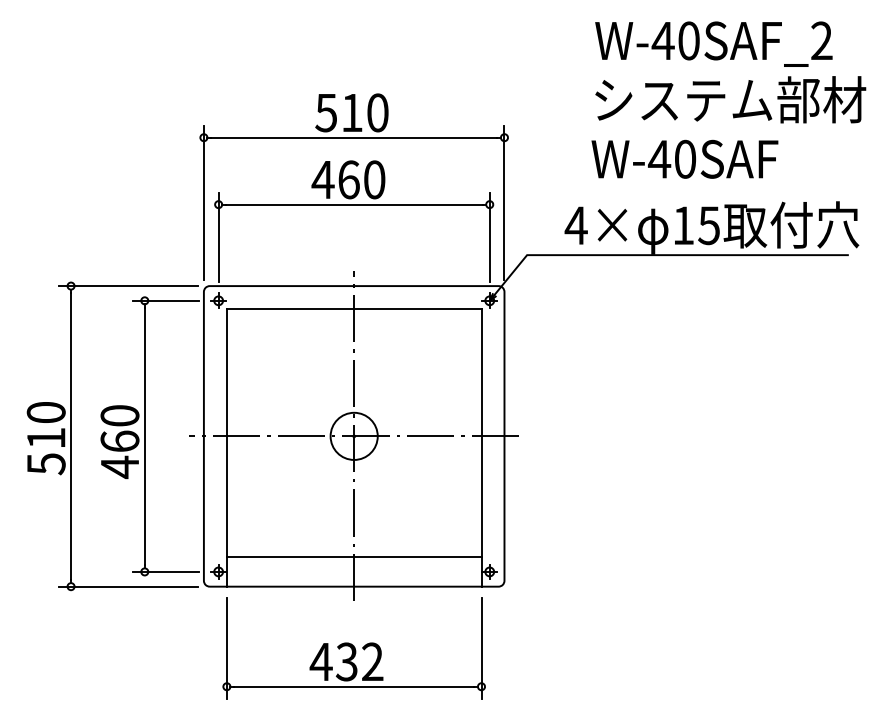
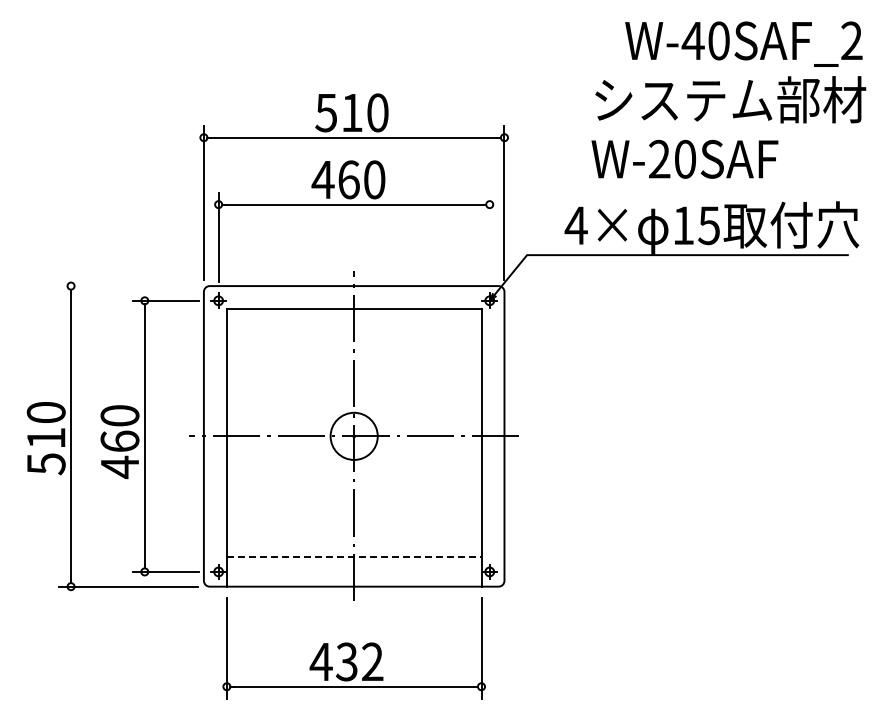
text at (713, 43) position: (713, 43) -> (743, 43)
text at (659, 158): W-40SAF -> W-20SAF
line at (489, 236): present -> none
line at (128, 286): present -> none
line at (354, 557): solid -> dashed
